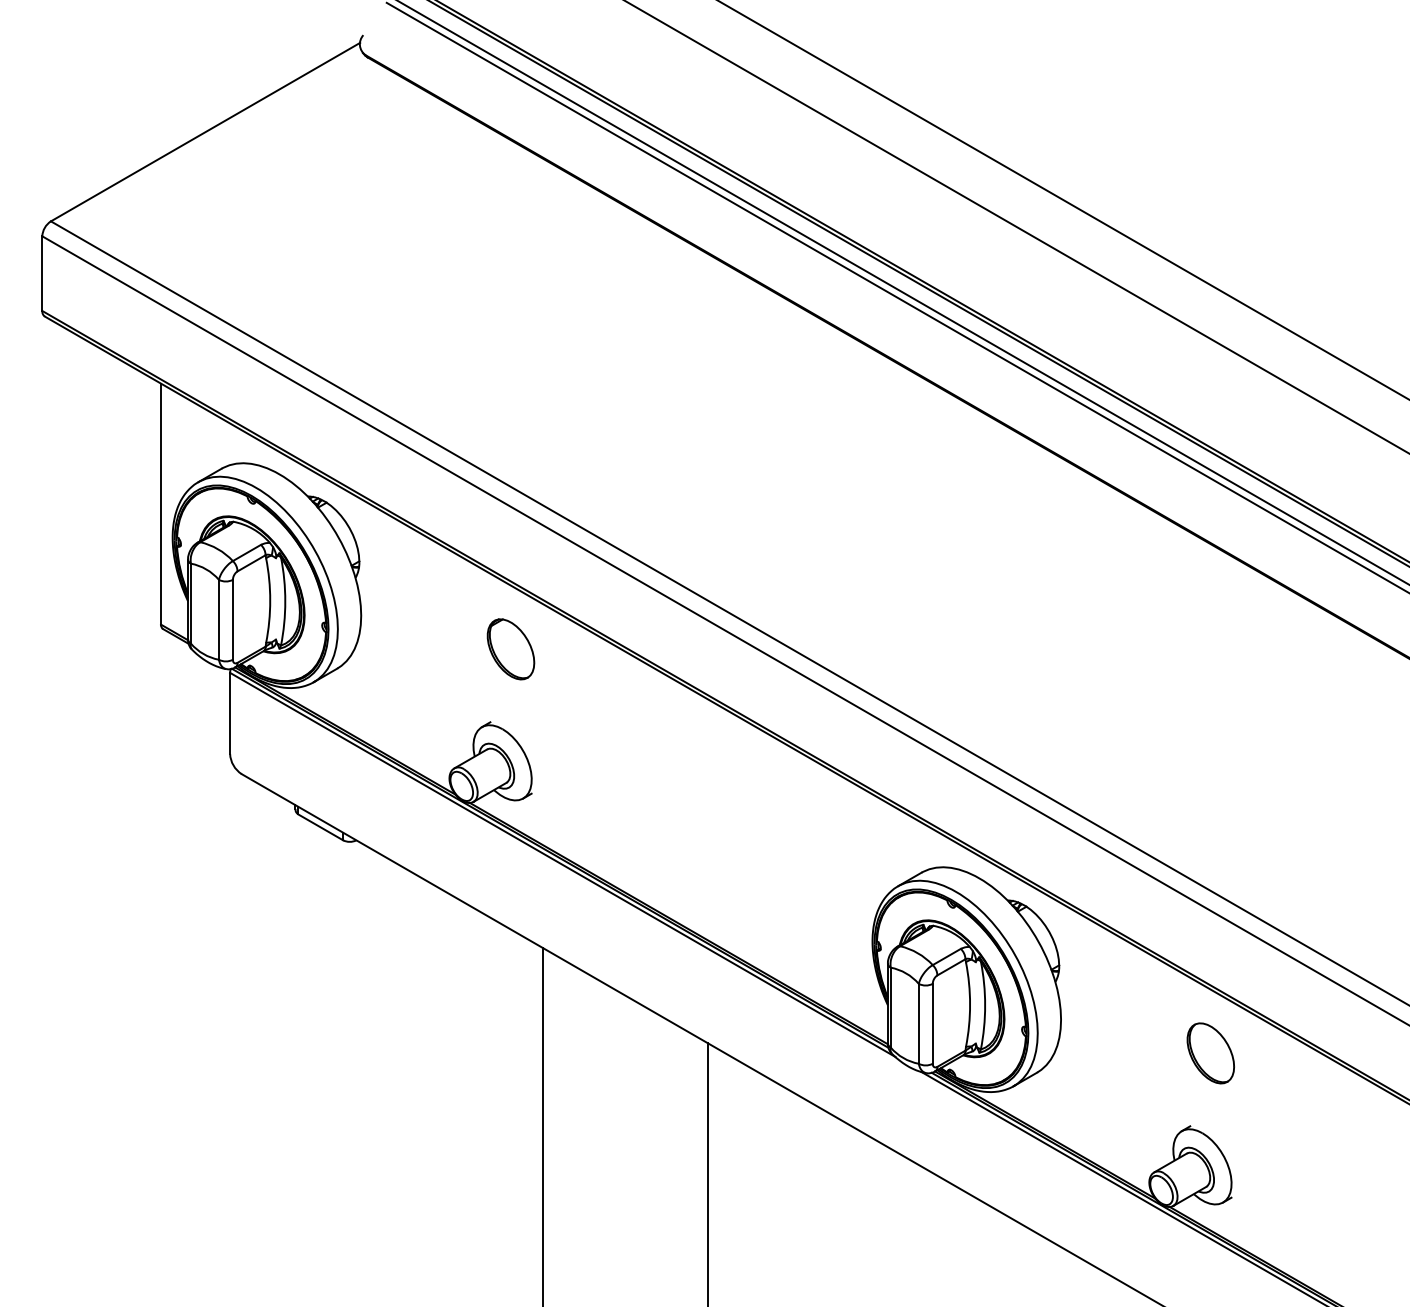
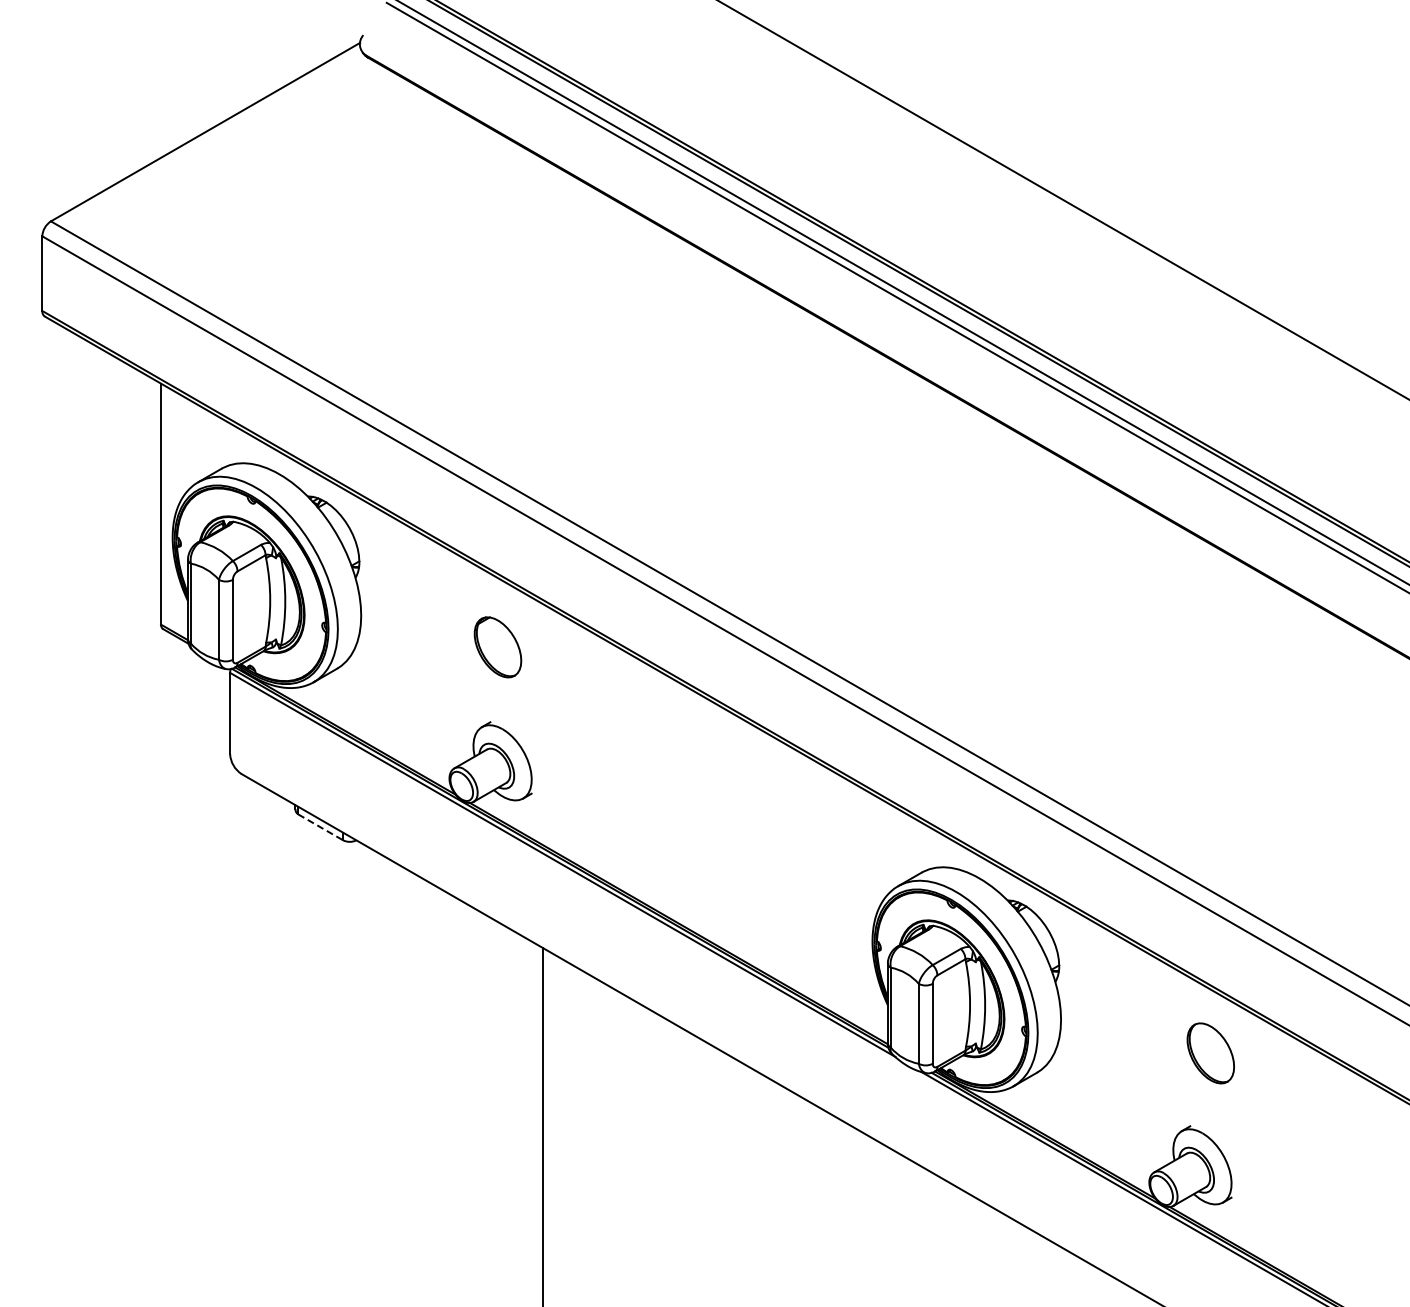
line at (1016, 227): present -> none
part at (510, 649) position: (510, 649) -> (497, 647)
line at (320, 827): solid -> dashed
line at (708, 1173): present -> none
